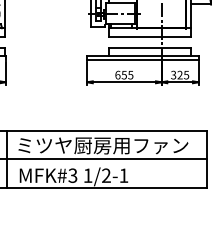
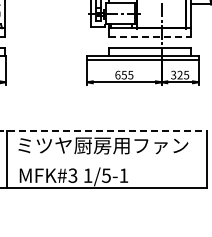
line at (150, 37): solid -> dashed
line at (103, 130): solid -> dashed
line at (104, 159): present -> none
text at (105, 175): 1/2-1 -> 1/5-1
